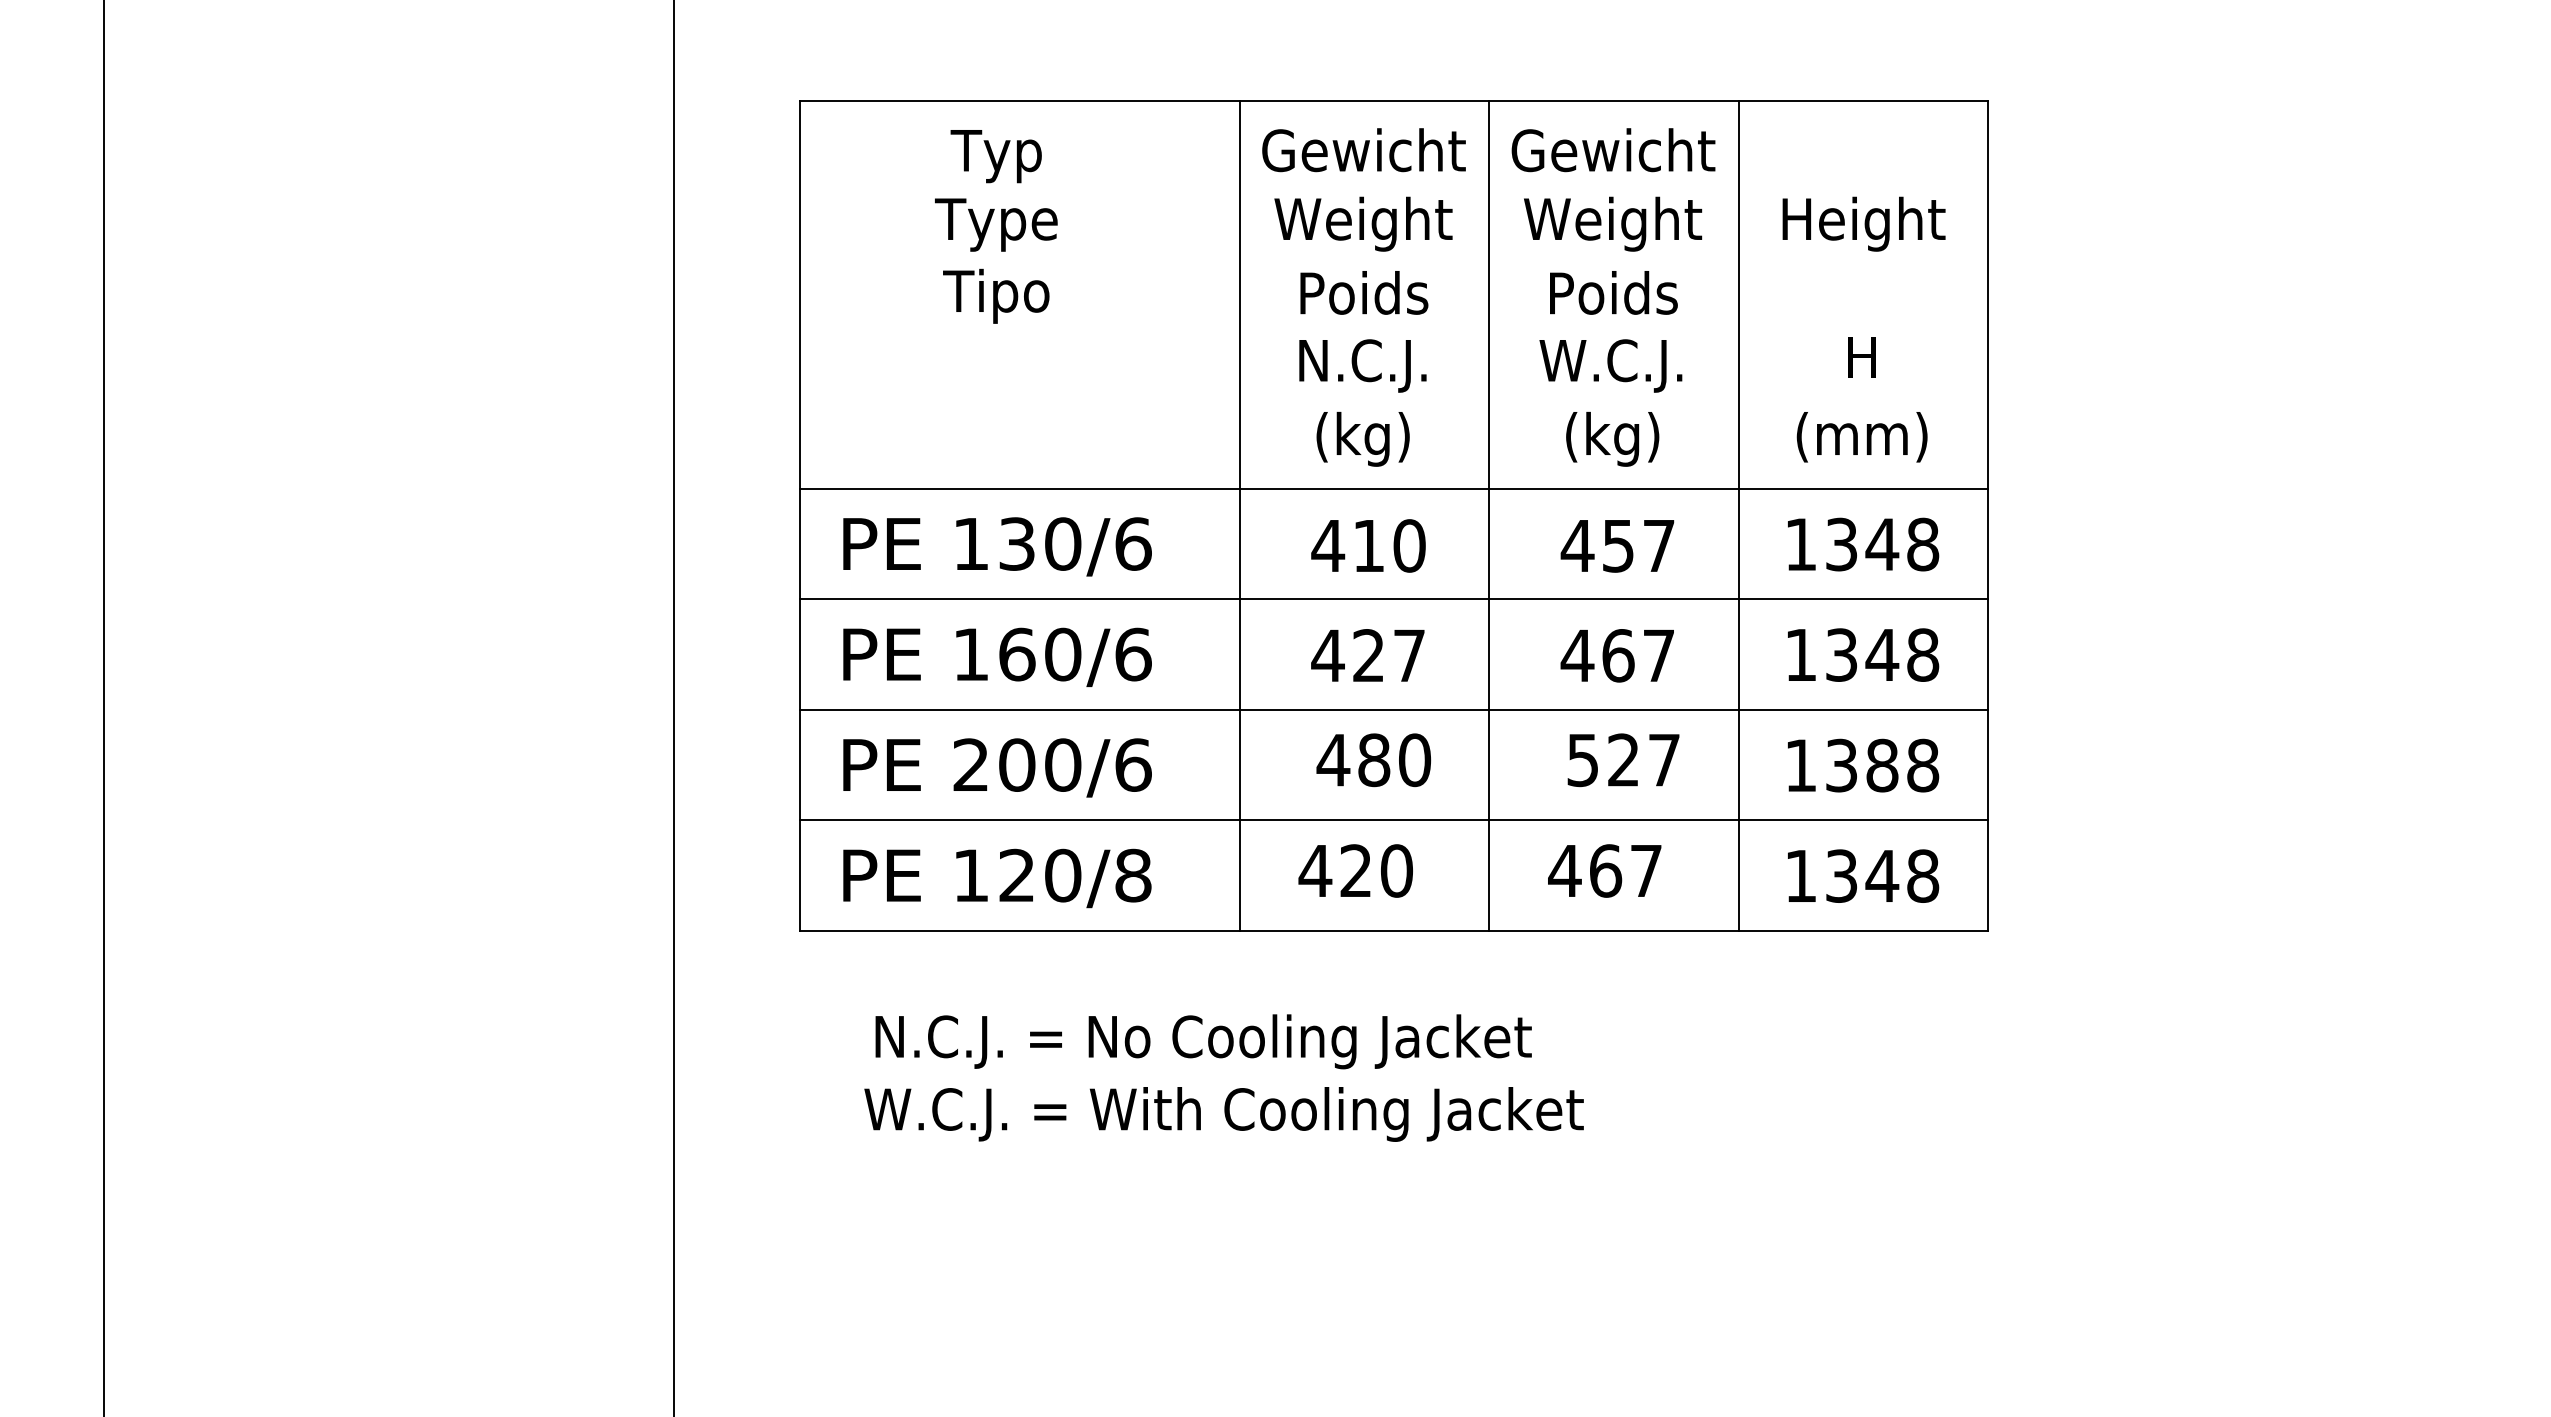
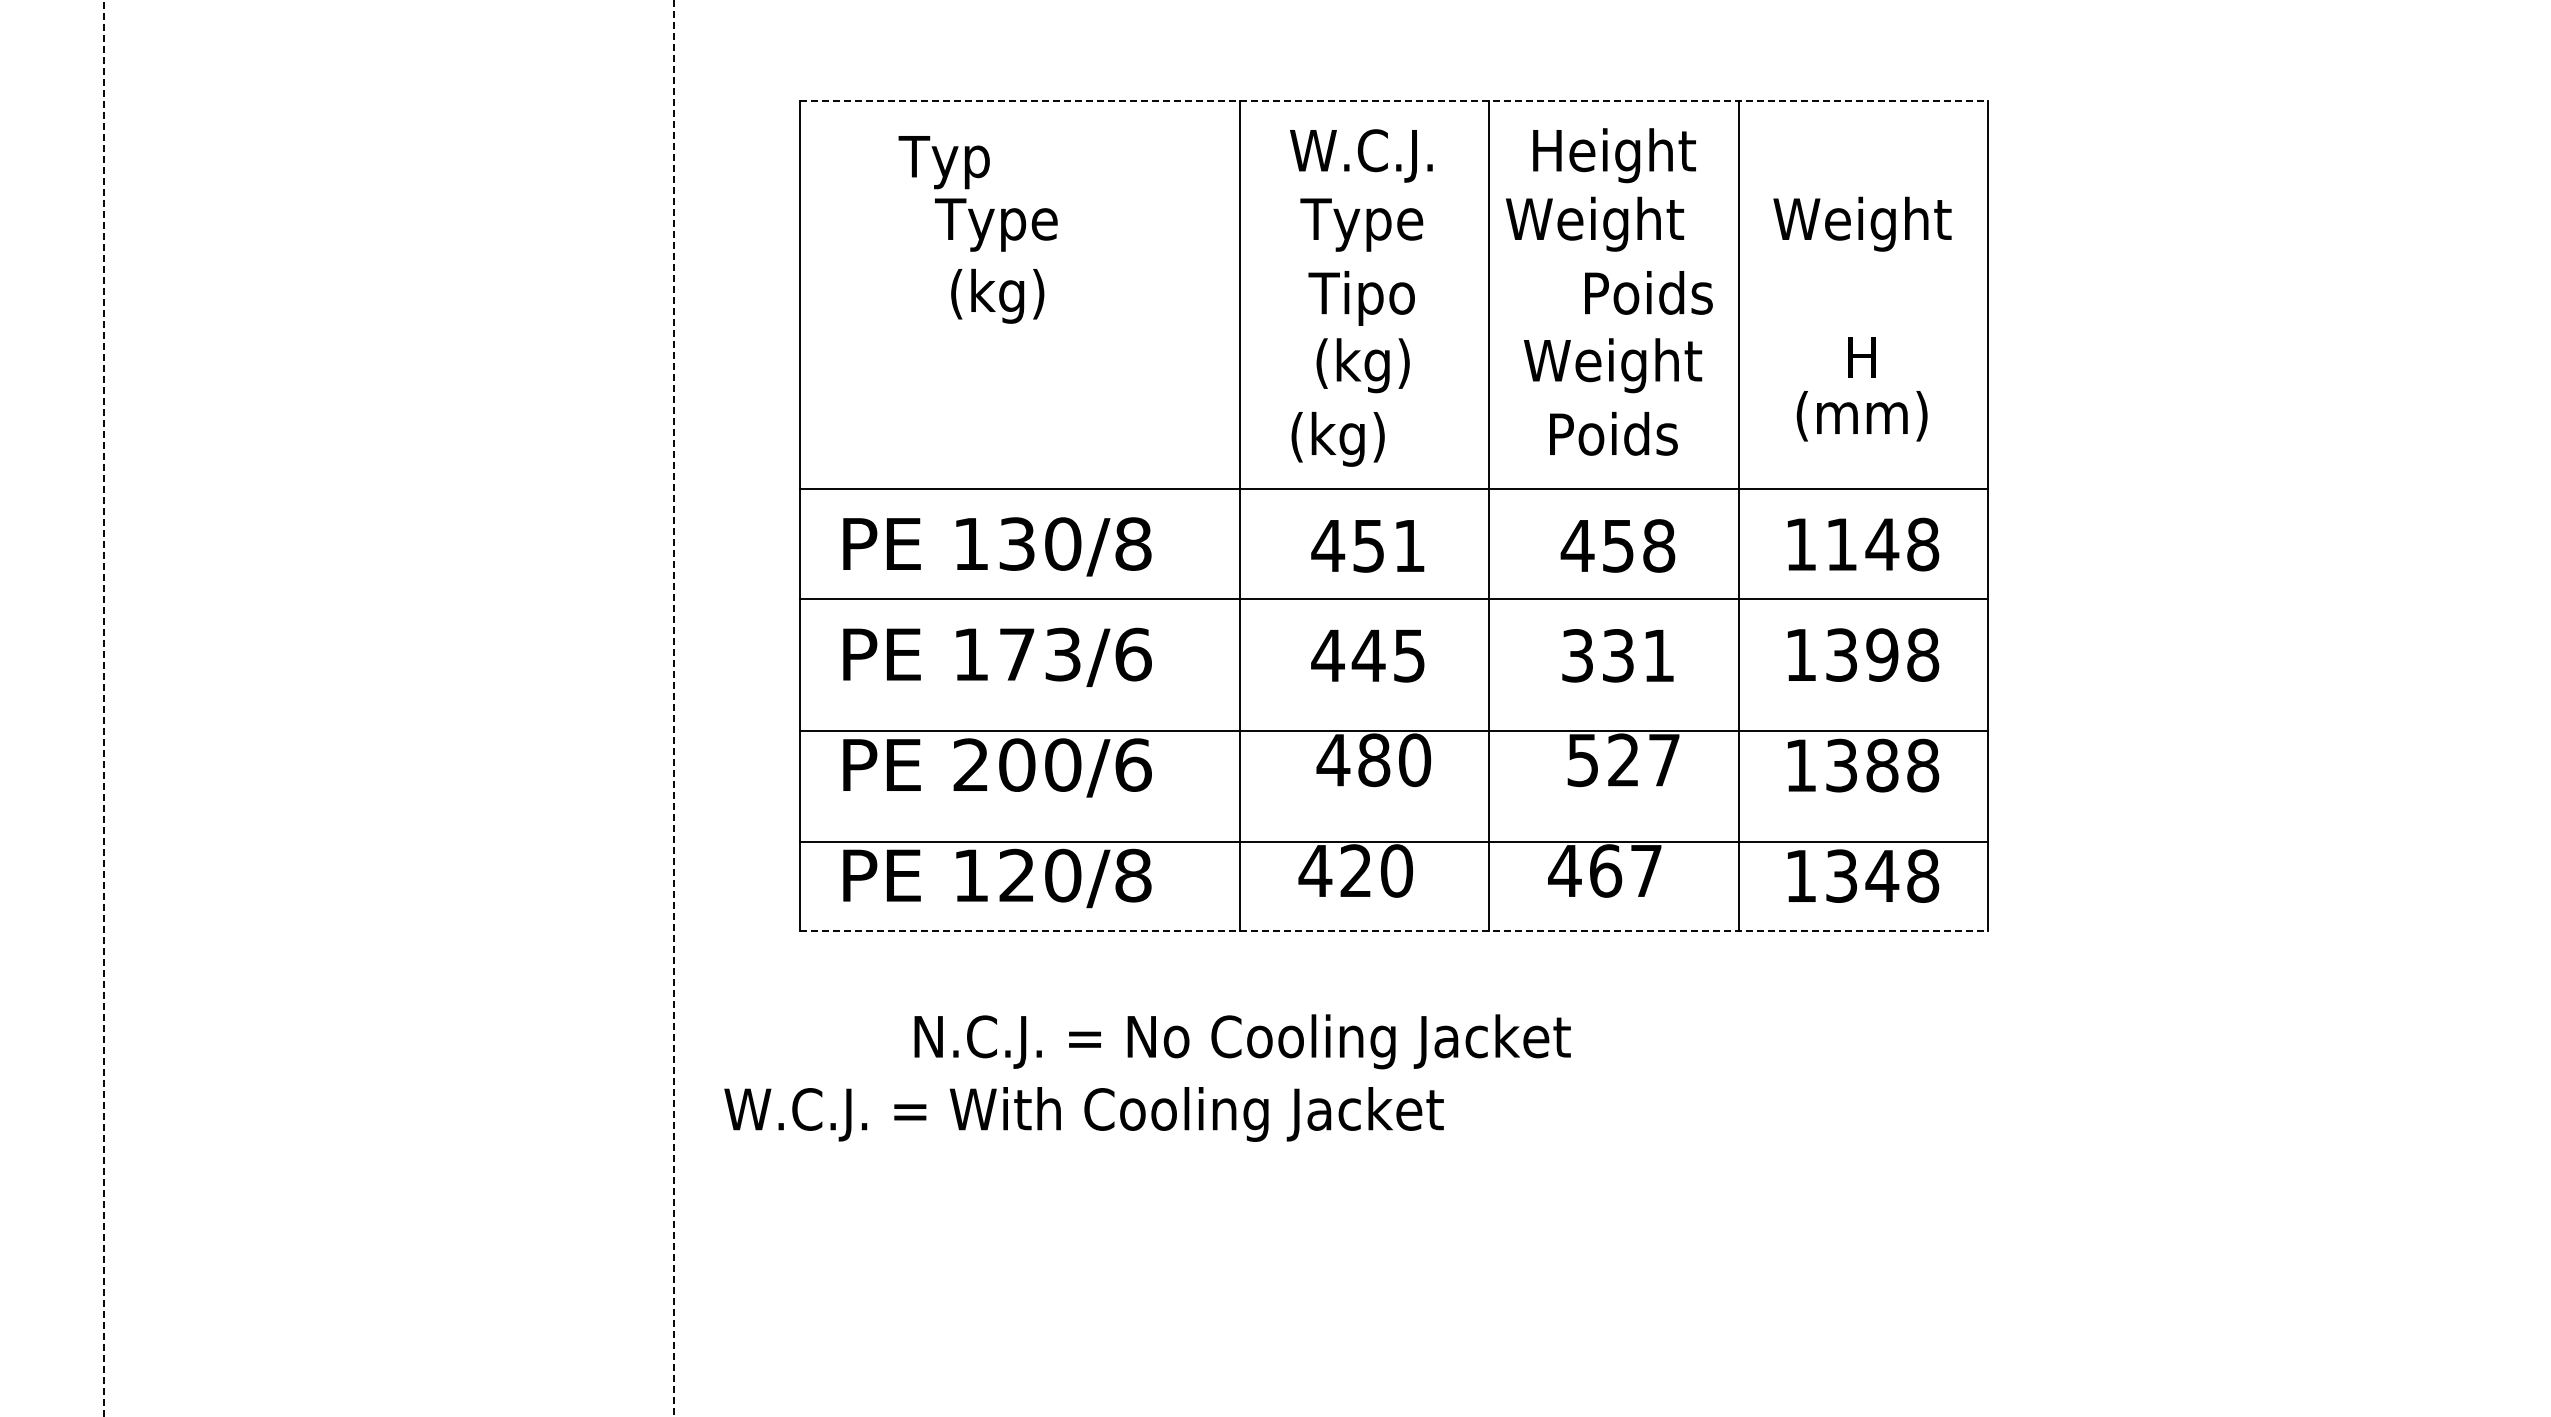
line at (1394, 101): solid -> dashed
text at (1363, 155): Gewicht -> W.C.J.
text at (1613, 155): Gewicht -> Height
text at (995, 156) position: (995, 156) -> (943, 162)
text at (1363, 223): Weight -> Type
text at (1613, 223) position: (1613, 223) -> (1595, 223)
text at (1862, 223): Height -> Weight
text at (1613, 292) position: (1613, 292) -> (1648, 292)
text at (996, 295): Tipo -> (kg)
text at (1364, 298): Poids -> Tipo
text at (1362, 365): N.C.J. -> (kg)
text at (1613, 365): W.C.J. -> Weight
text at (1861, 437) position: (1861, 437) -> (1861, 416)
text at (1613, 438): (kg) -> Poids
text at (1362, 439) position: (1362, 439) -> (1337, 439)
text at (1133, 543): 130/6 -> 130/8
text at (1841, 544): 1348 -> 1148
text at (1389, 545): 410 -> 451
text at (1659, 545): 457 -> 458
text at (1040, 654): 160/6 -> 173/6
text at (1882, 654): 1348 -> 1398
text at (1387, 655): 427 -> 445
text at (1616, 655): 467 -> 331
line at (104, 708): solid -> dashed
line at (674, 708): solid -> dashed
line at (1393, 709) position: (1393, 709) -> (1393, 730)
line at (1393, 820) position: (1393, 820) -> (1393, 842)
line at (1394, 930): solid -> dashed
text at (1203, 1041) position: (1203, 1041) -> (1242, 1041)
text at (1223, 1114) position: (1223, 1114) -> (1083, 1114)
